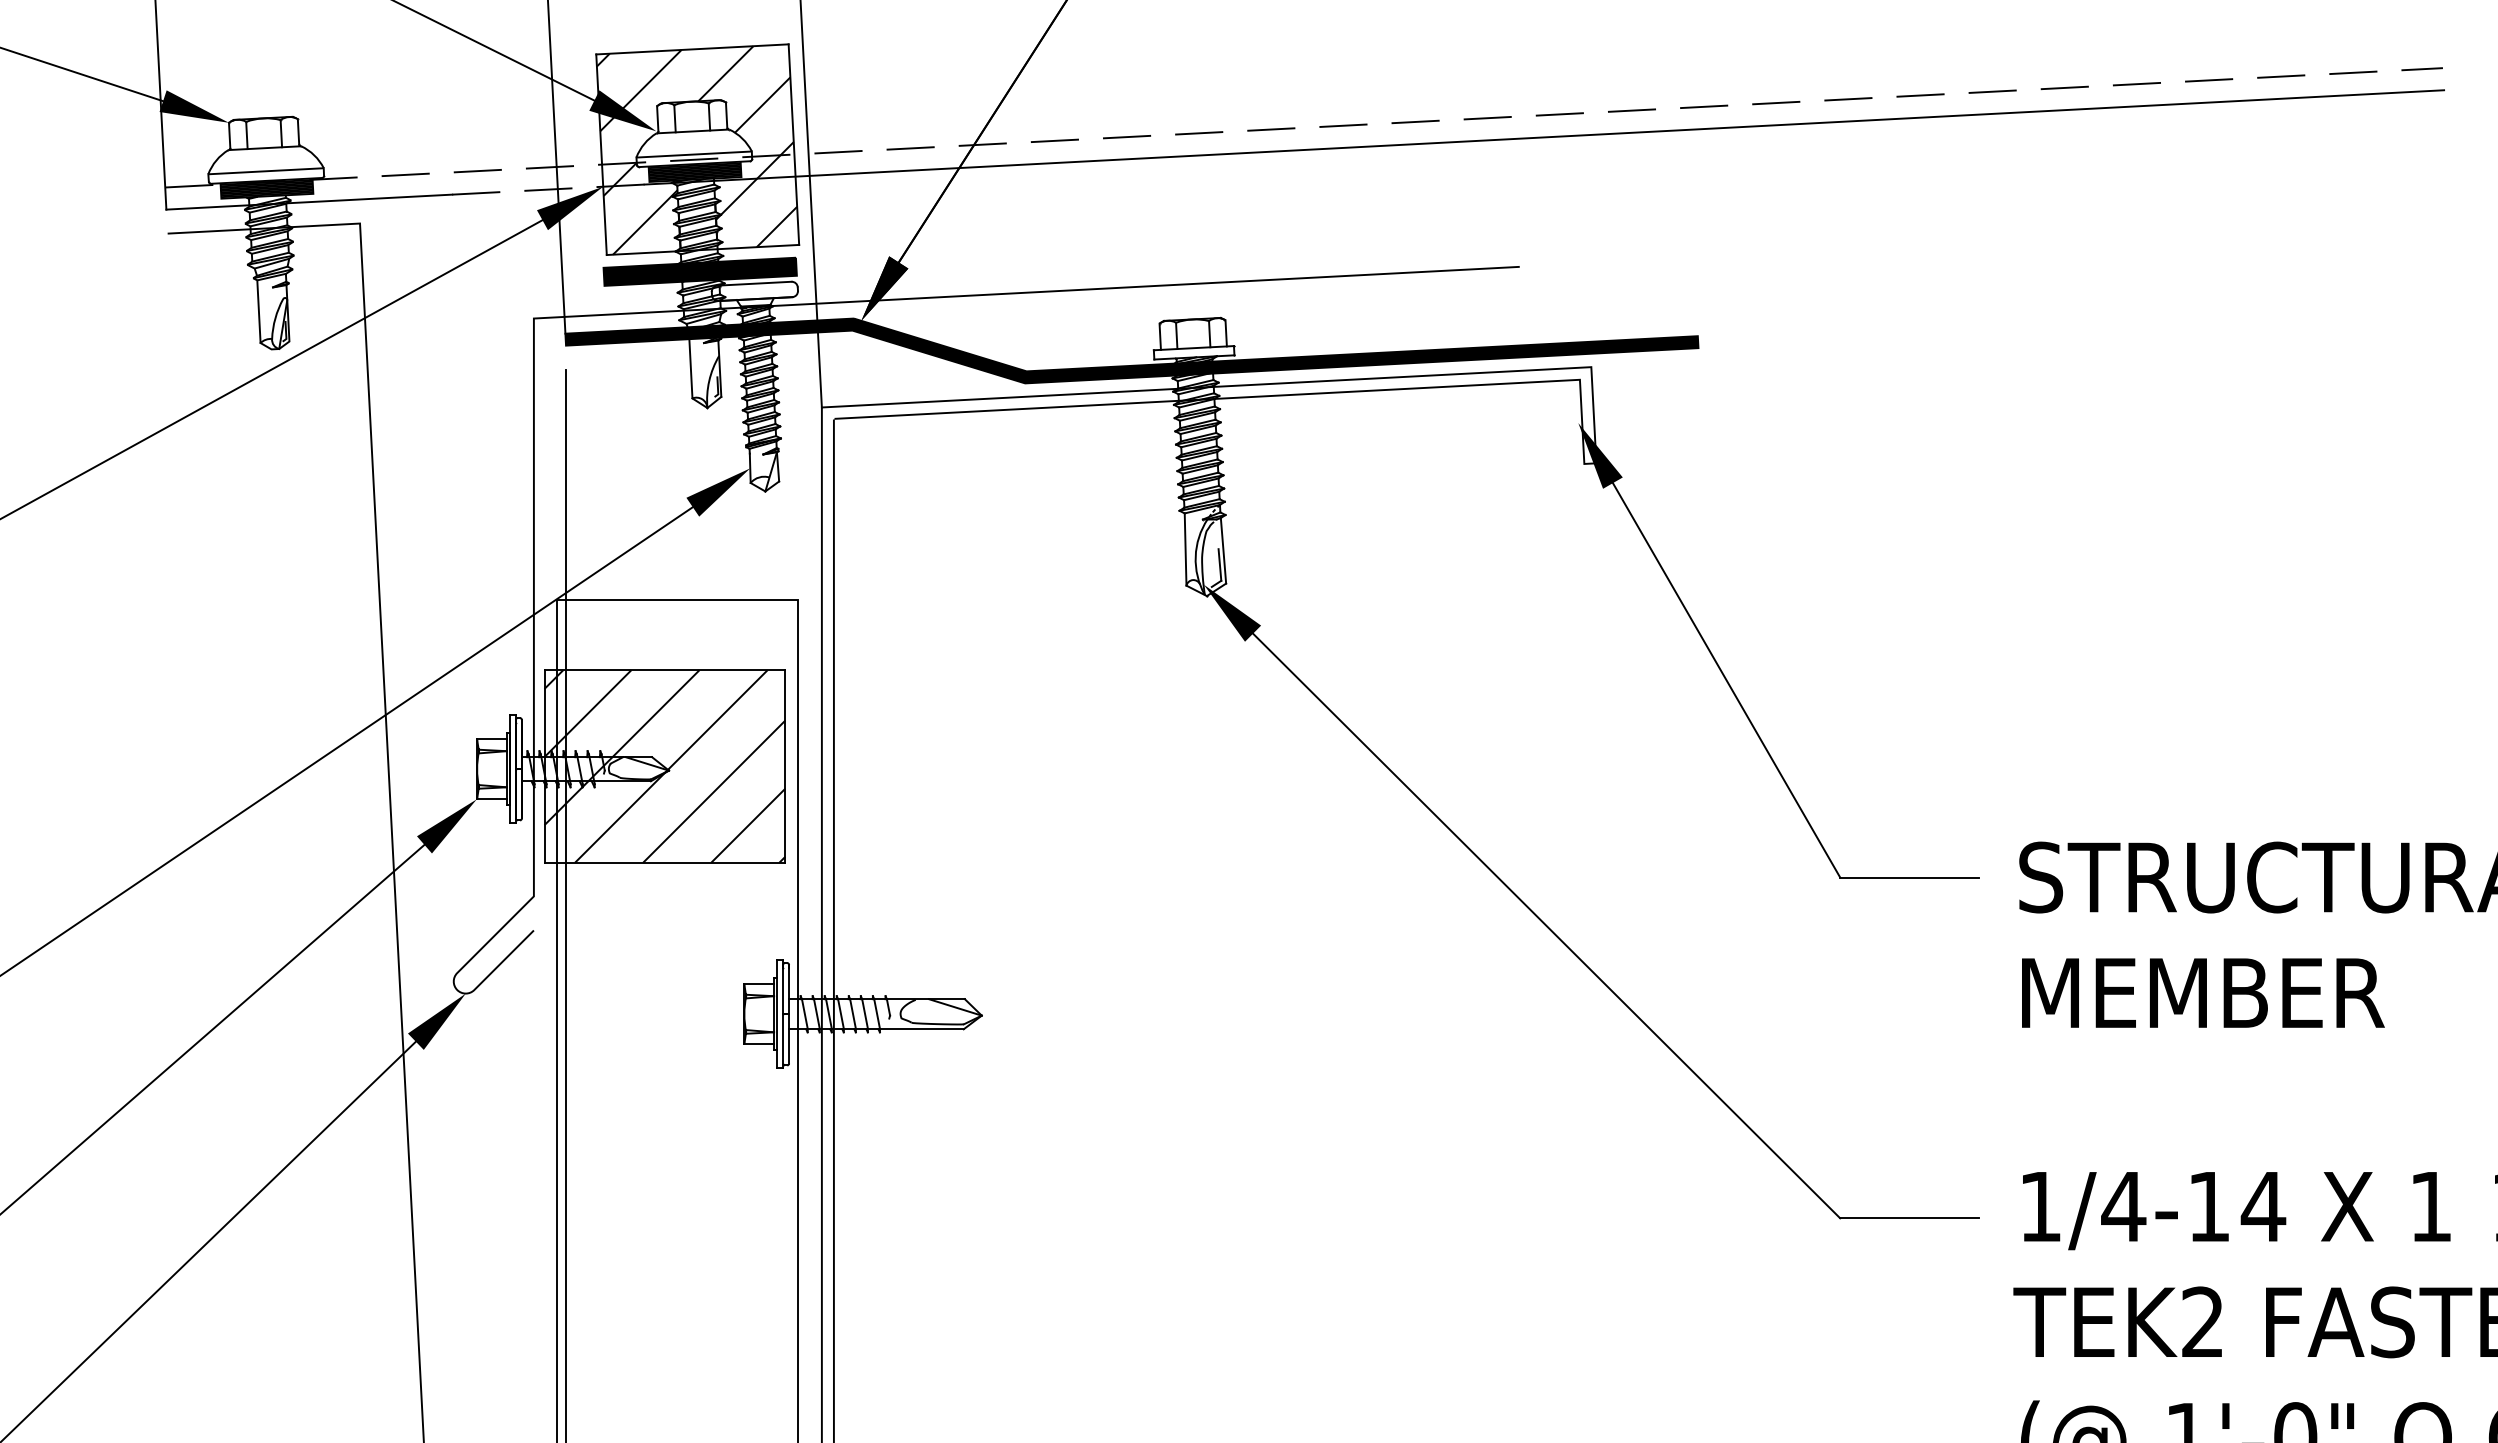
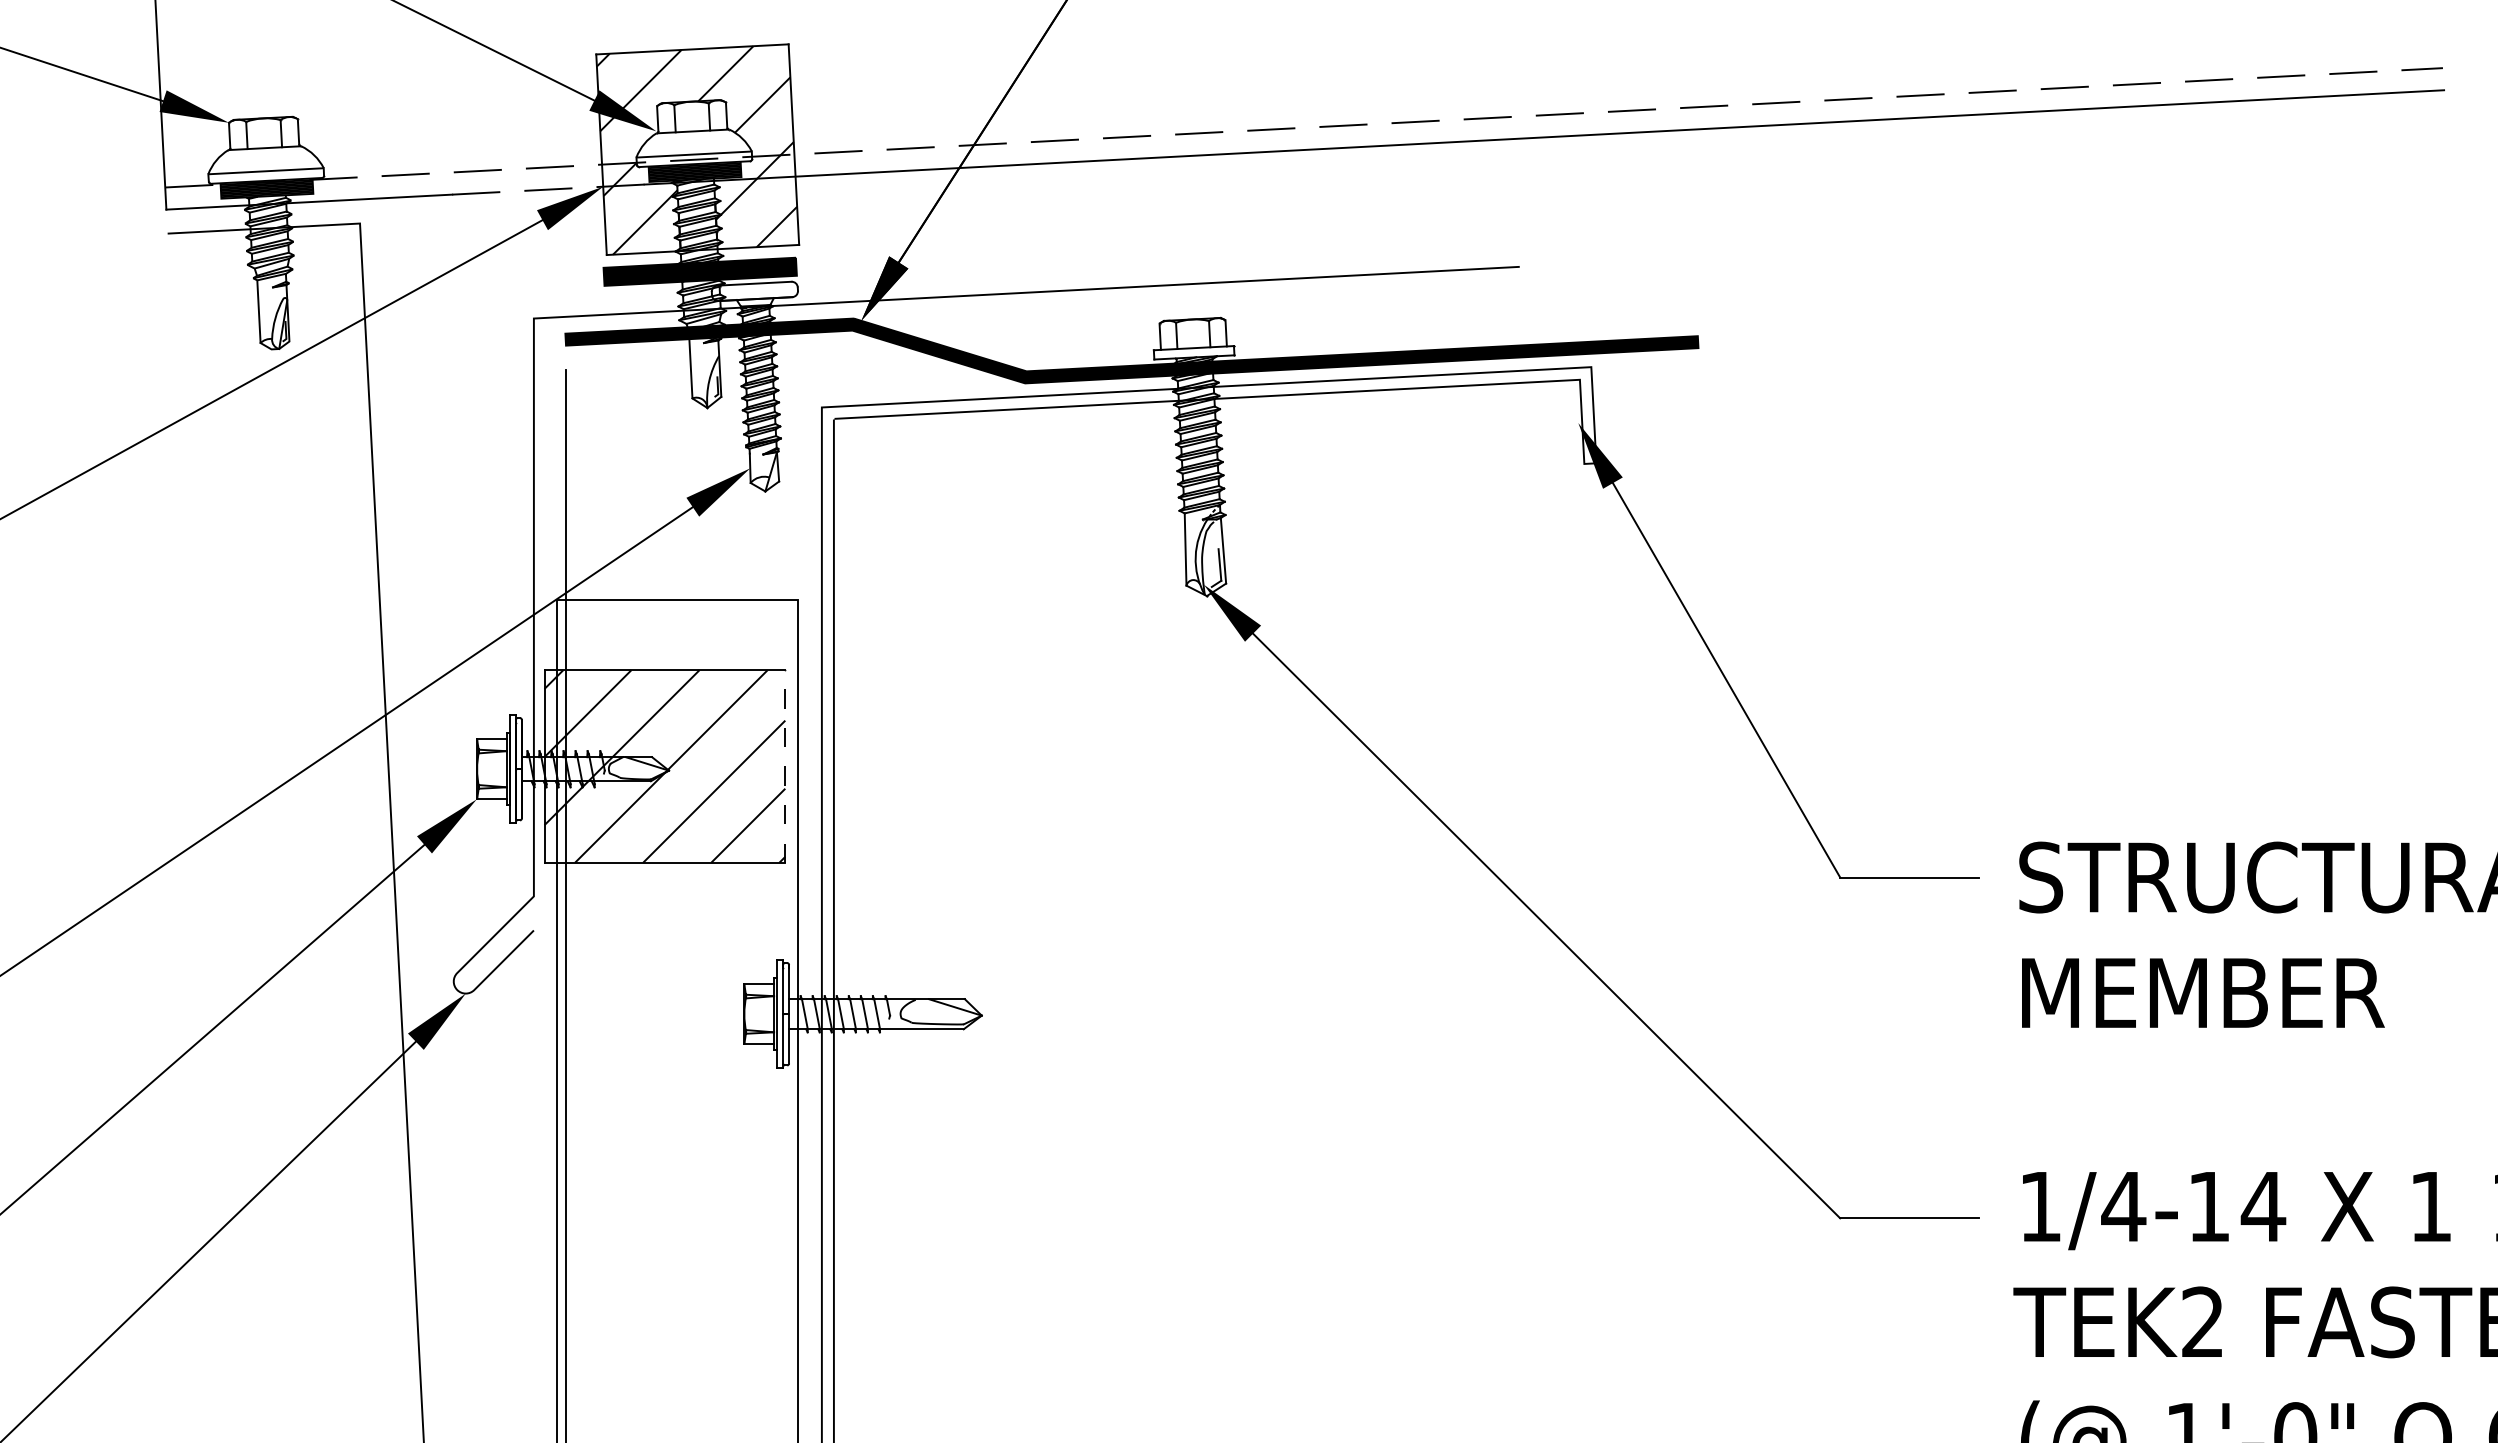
line at (556, 167): present -> none
line at (810, 204): present -> none
line at (785, 765): solid -> dashed
